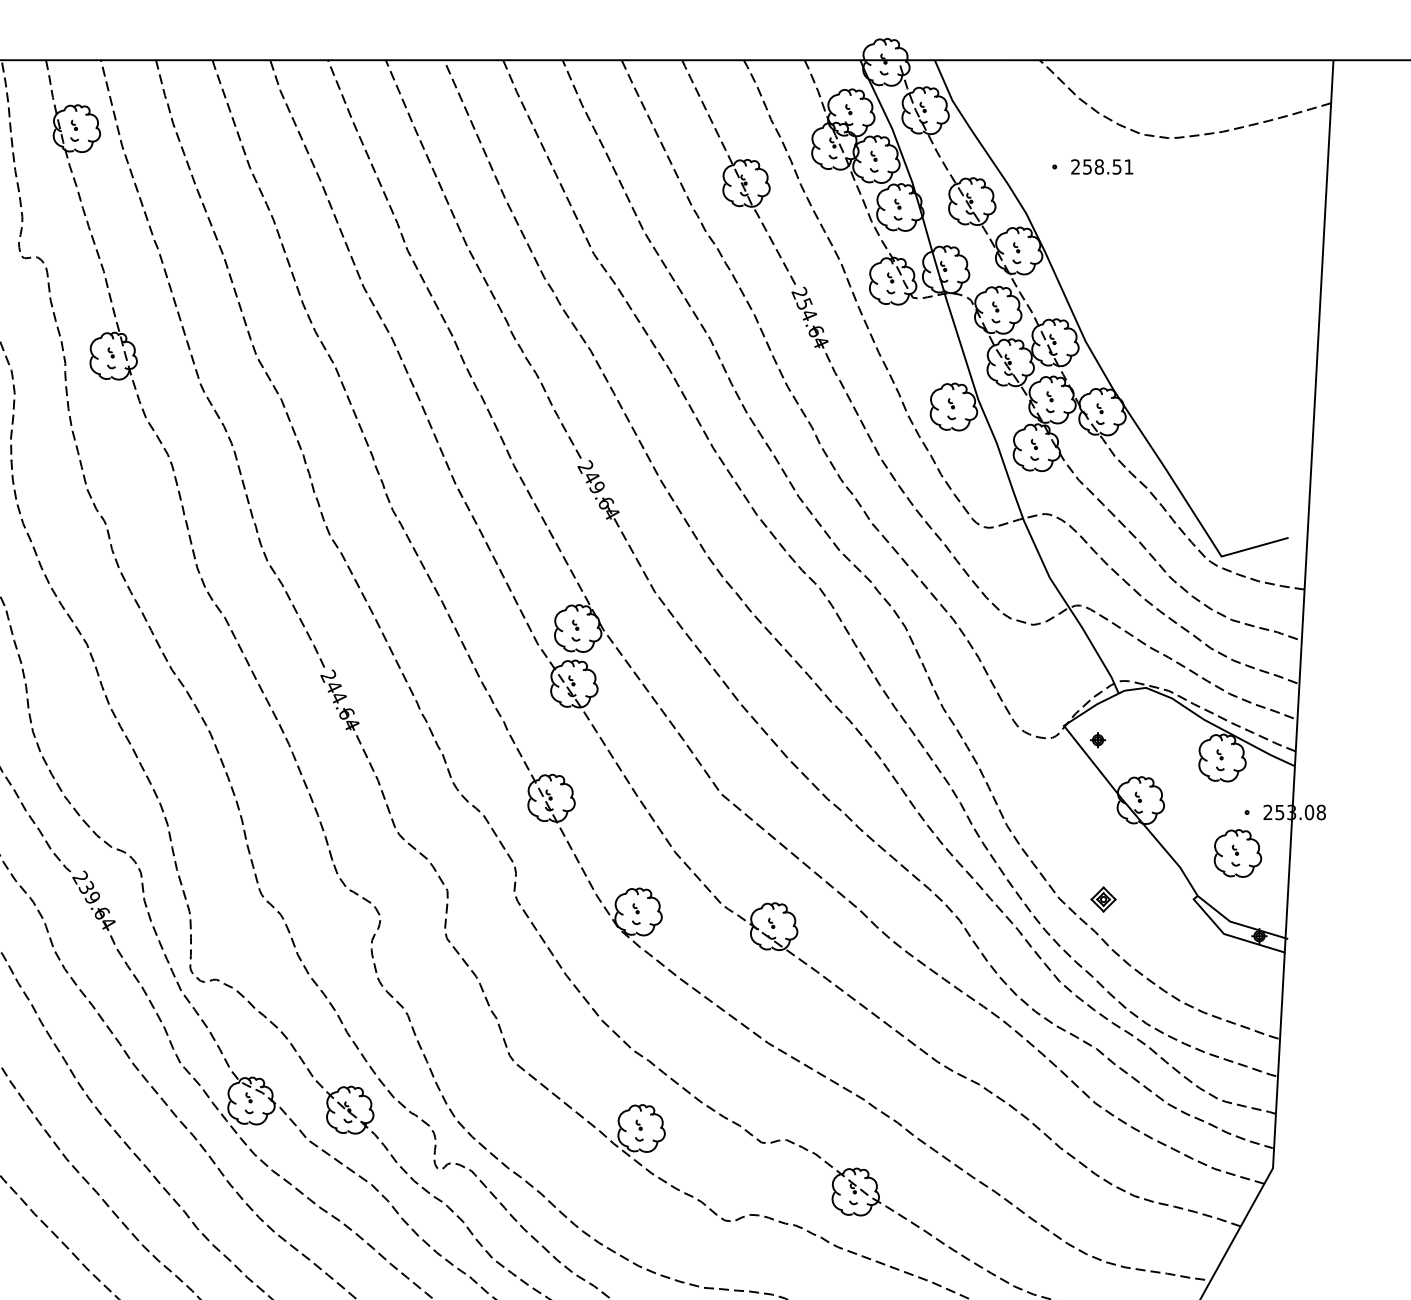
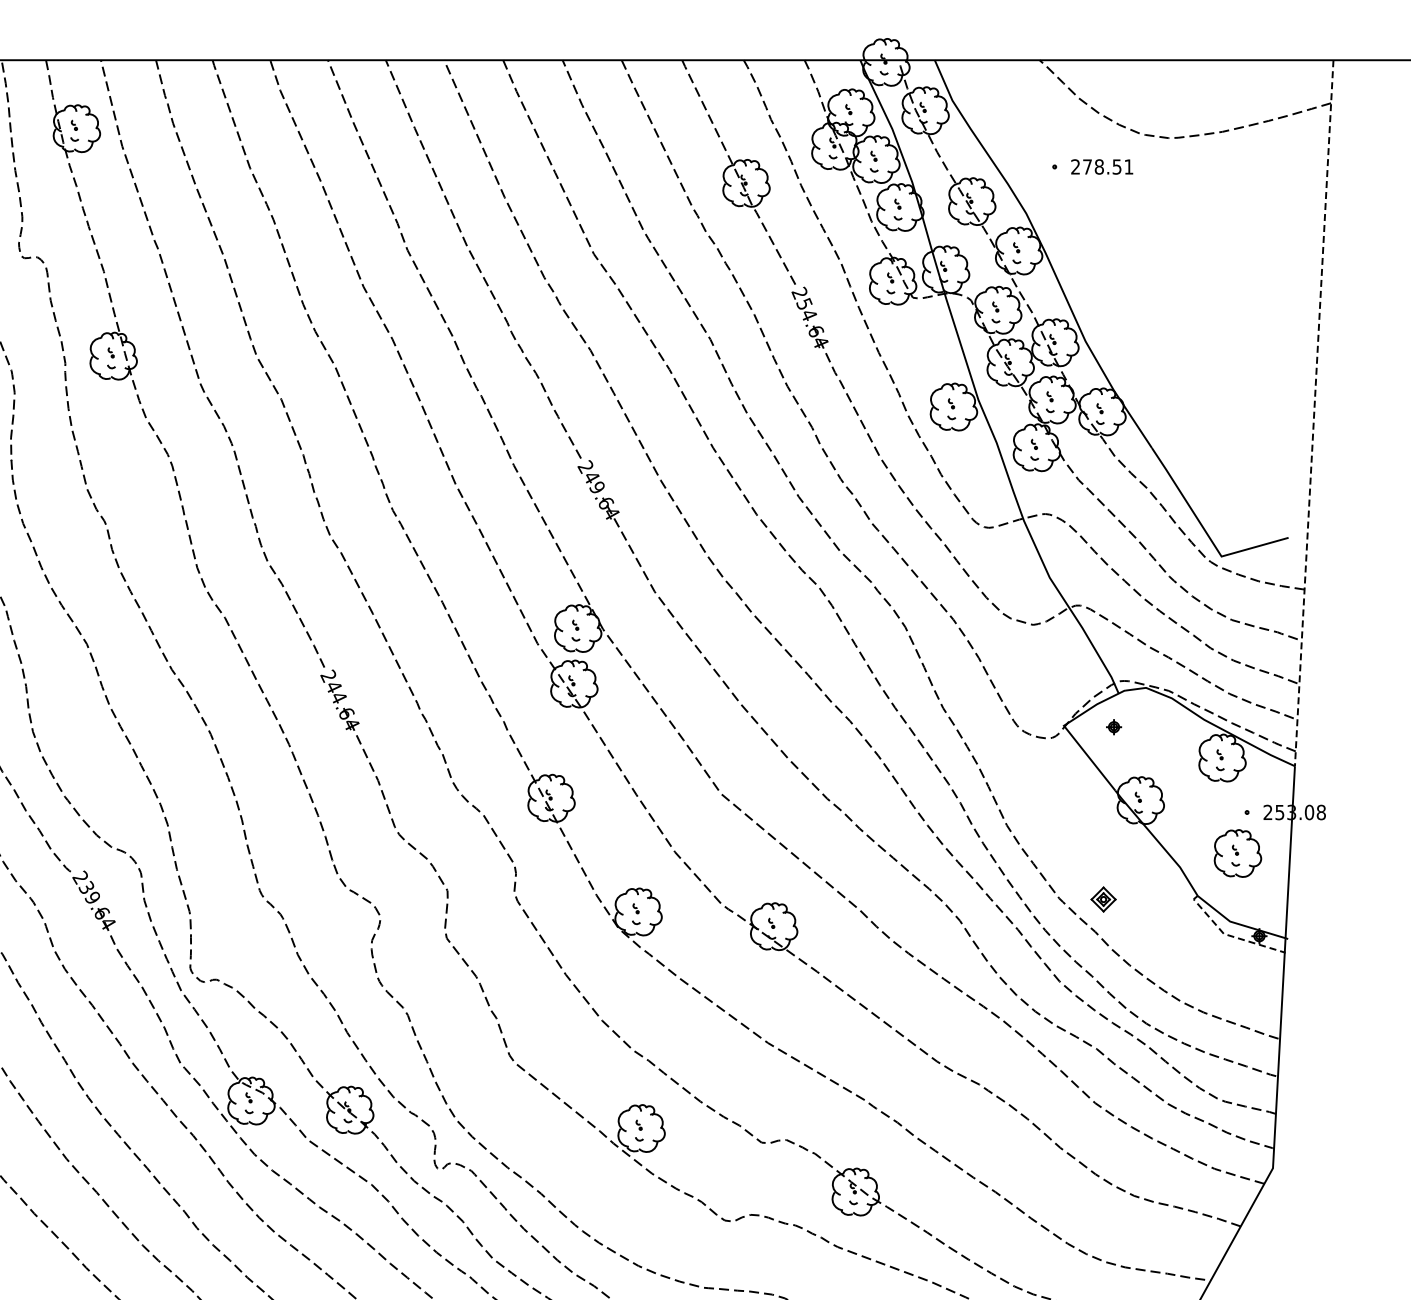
text at (1087, 166): 258.51 -> 278.51
line at (1314, 413): solid -> dashed
part at (1098, 740) position: (1098, 740) -> (1114, 727)
line at (1228, 935): solid -> dashed
